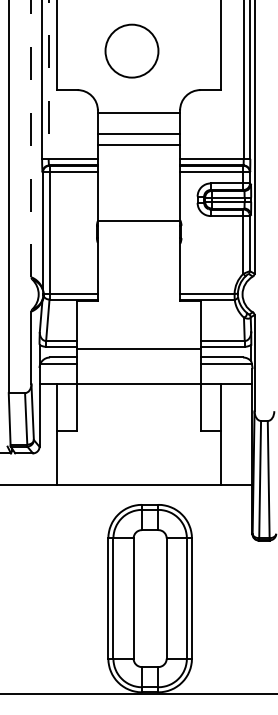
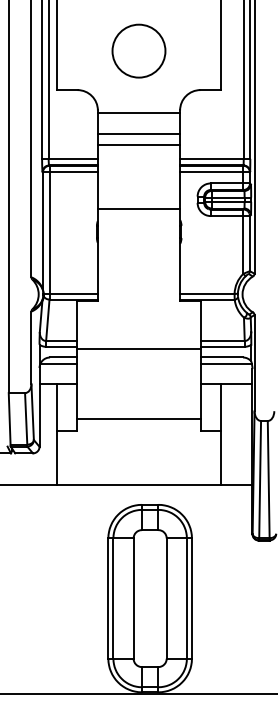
circle at (131, 50) position: (131, 50) -> (138, 50)
line at (48, 79): dashed -> solid
line at (31, 138): dashed -> solid
line at (138, 221) position: (138, 221) -> (138, 209)
line at (138, 384) position: (138, 384) -> (138, 419)
